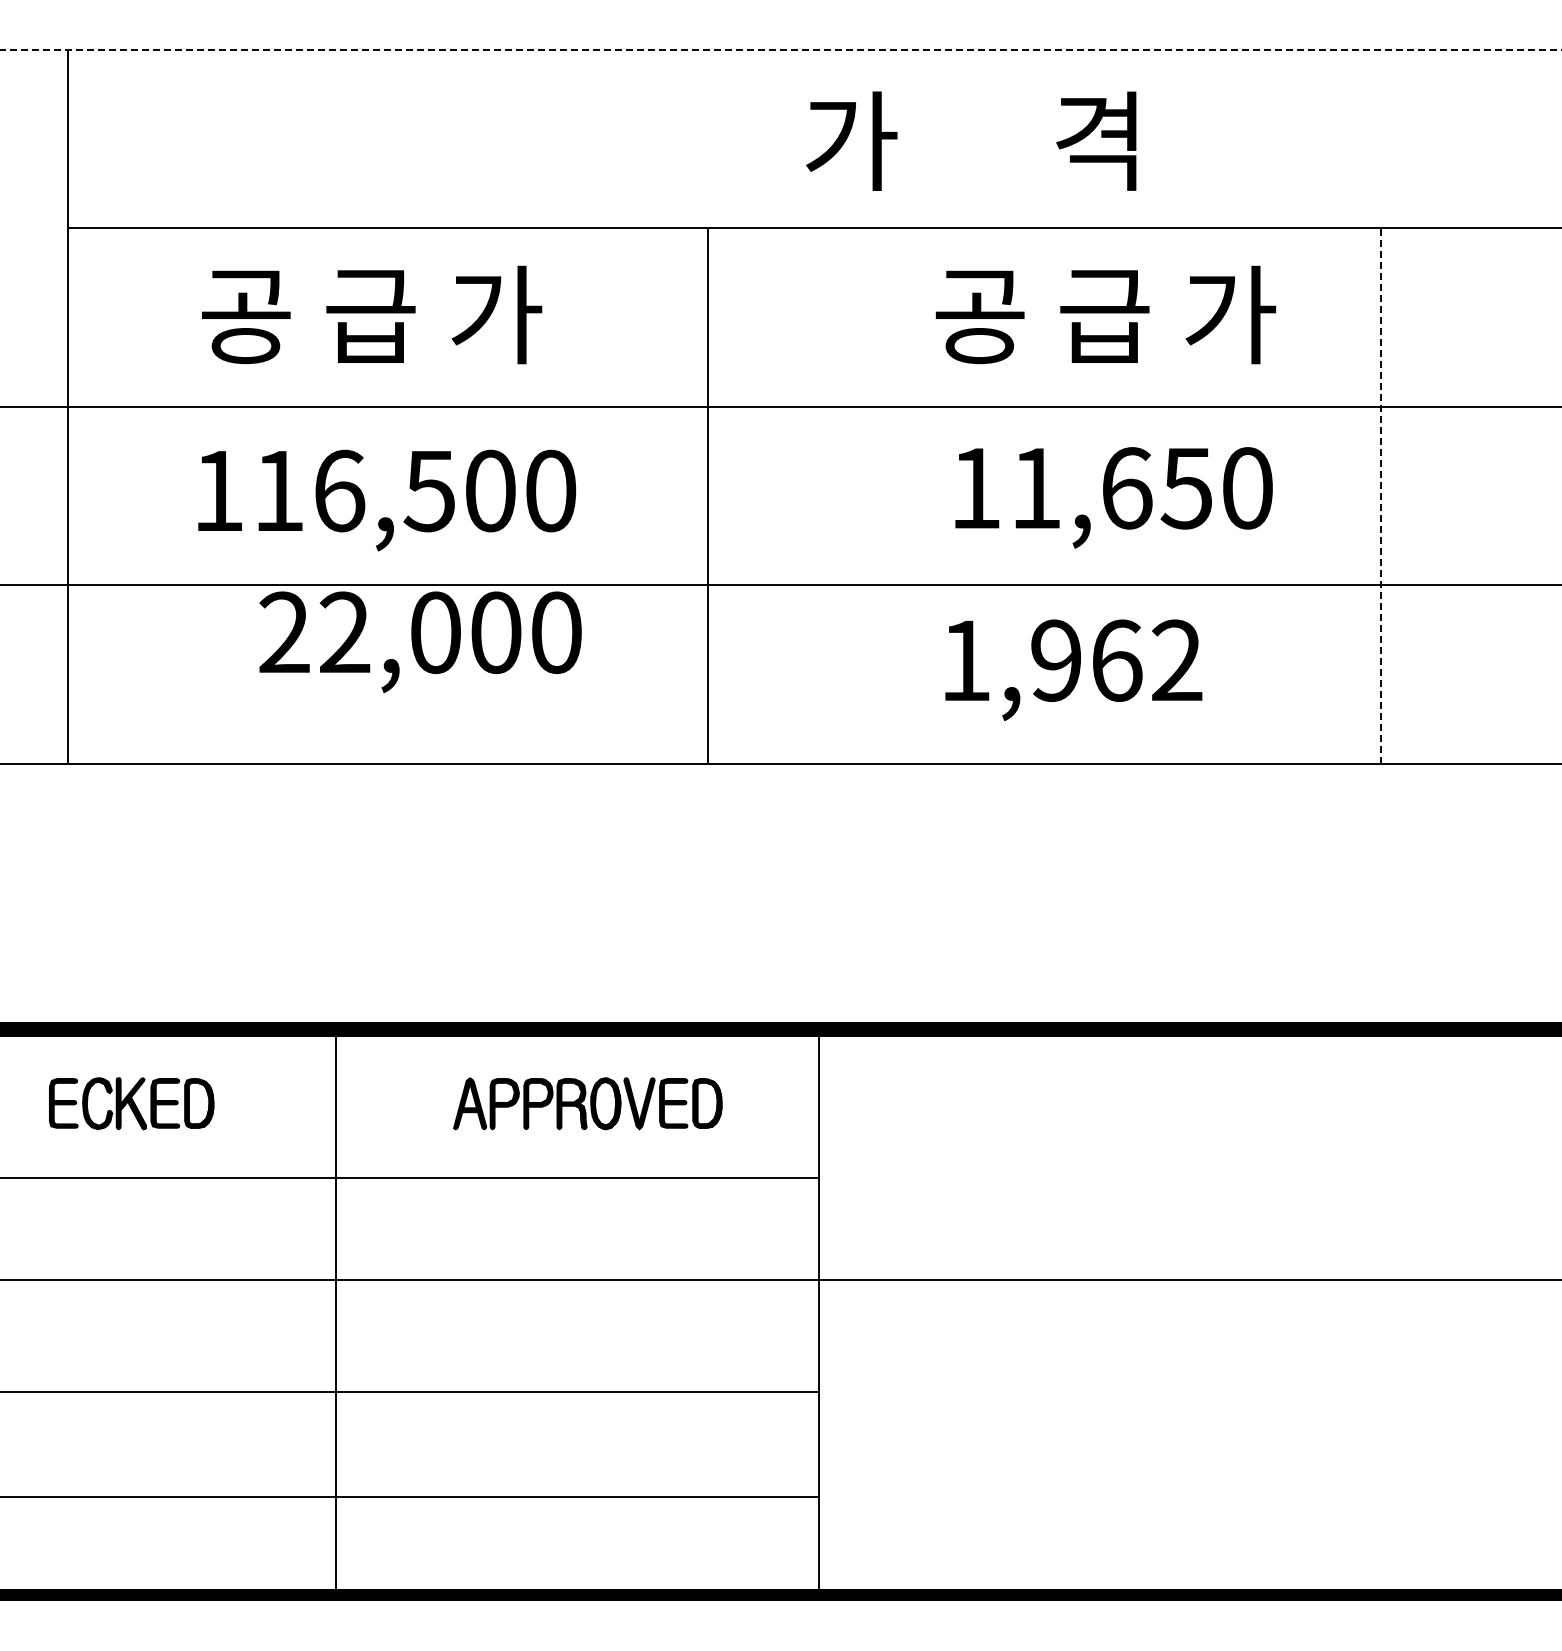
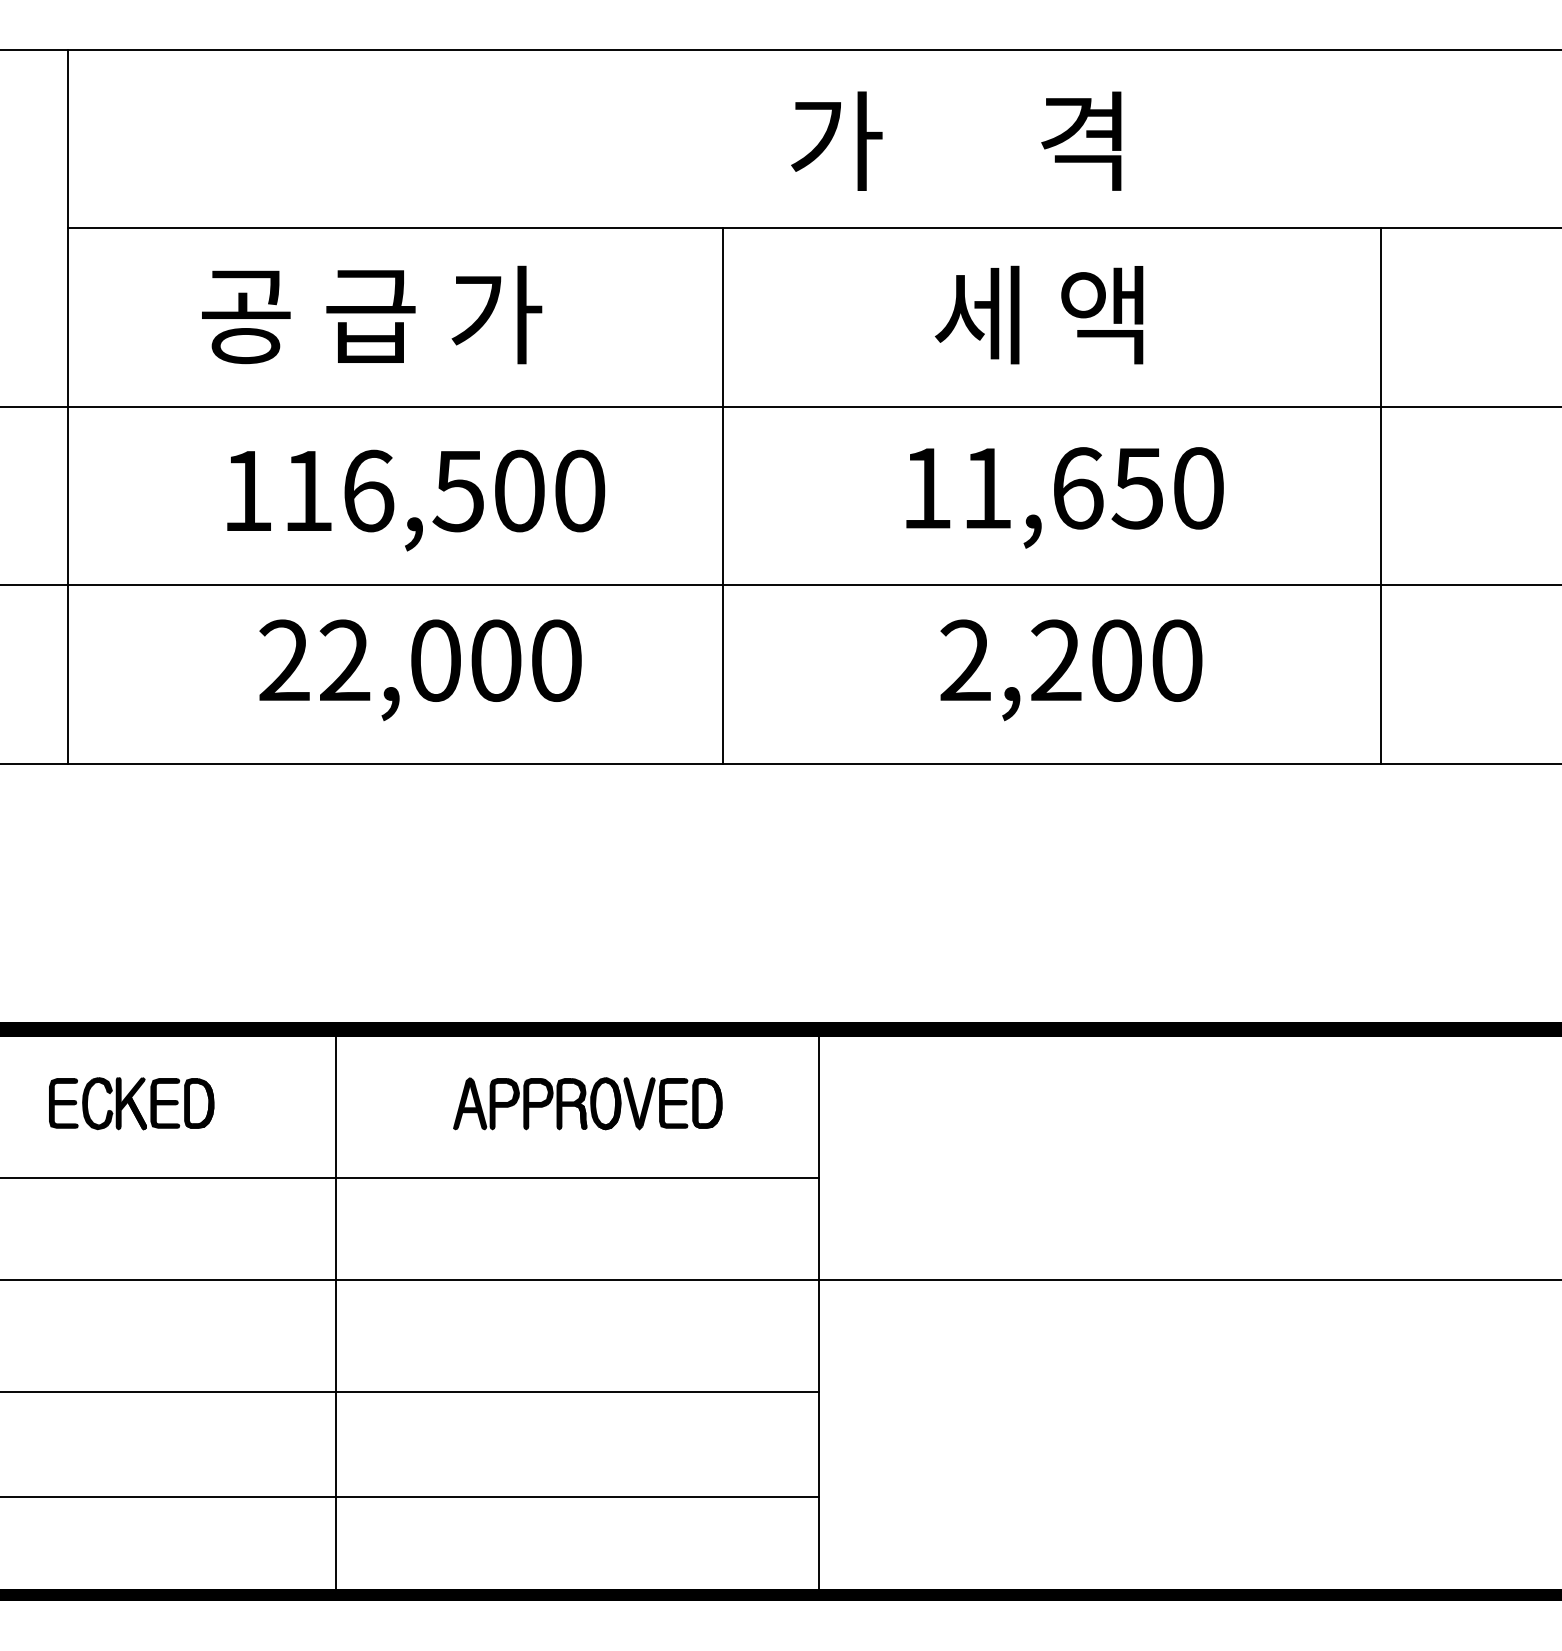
line at (781, 49): dashed -> solid
text at (971, 140) position: (971, 140) -> (956, 140)
text at (1105, 314): 공 급 가 -> 세 액
line at (708, 495) position: (708, 495) -> (723, 495)
line at (1381, 495): dashed -> solid
text at (1113, 497) position: (1113, 497) -> (1064, 497)
text at (387, 500) position: (387, 500) -> (416, 500)
text at (420, 641) position: (420, 641) -> (420, 669)
text at (1071, 660): 1,962 -> 2,200
